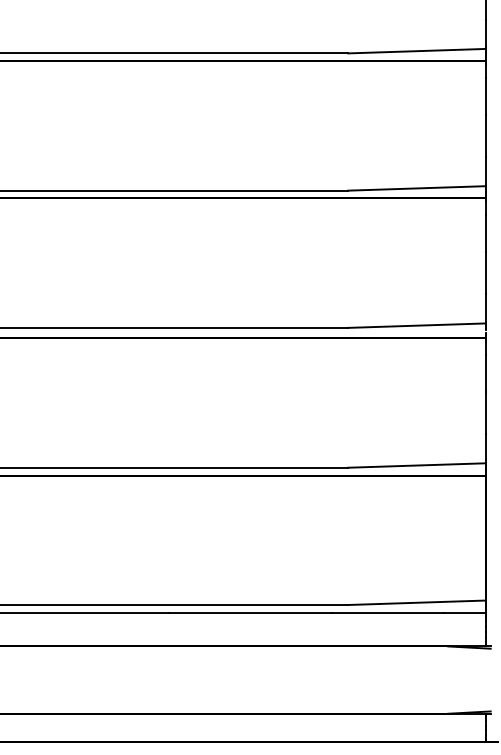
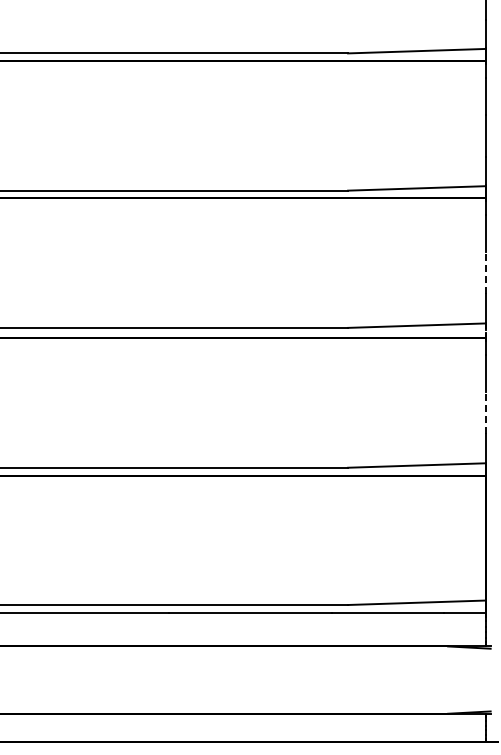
line at (485, 273): solid -> dashed
line at (485, 413): solid -> dashed
